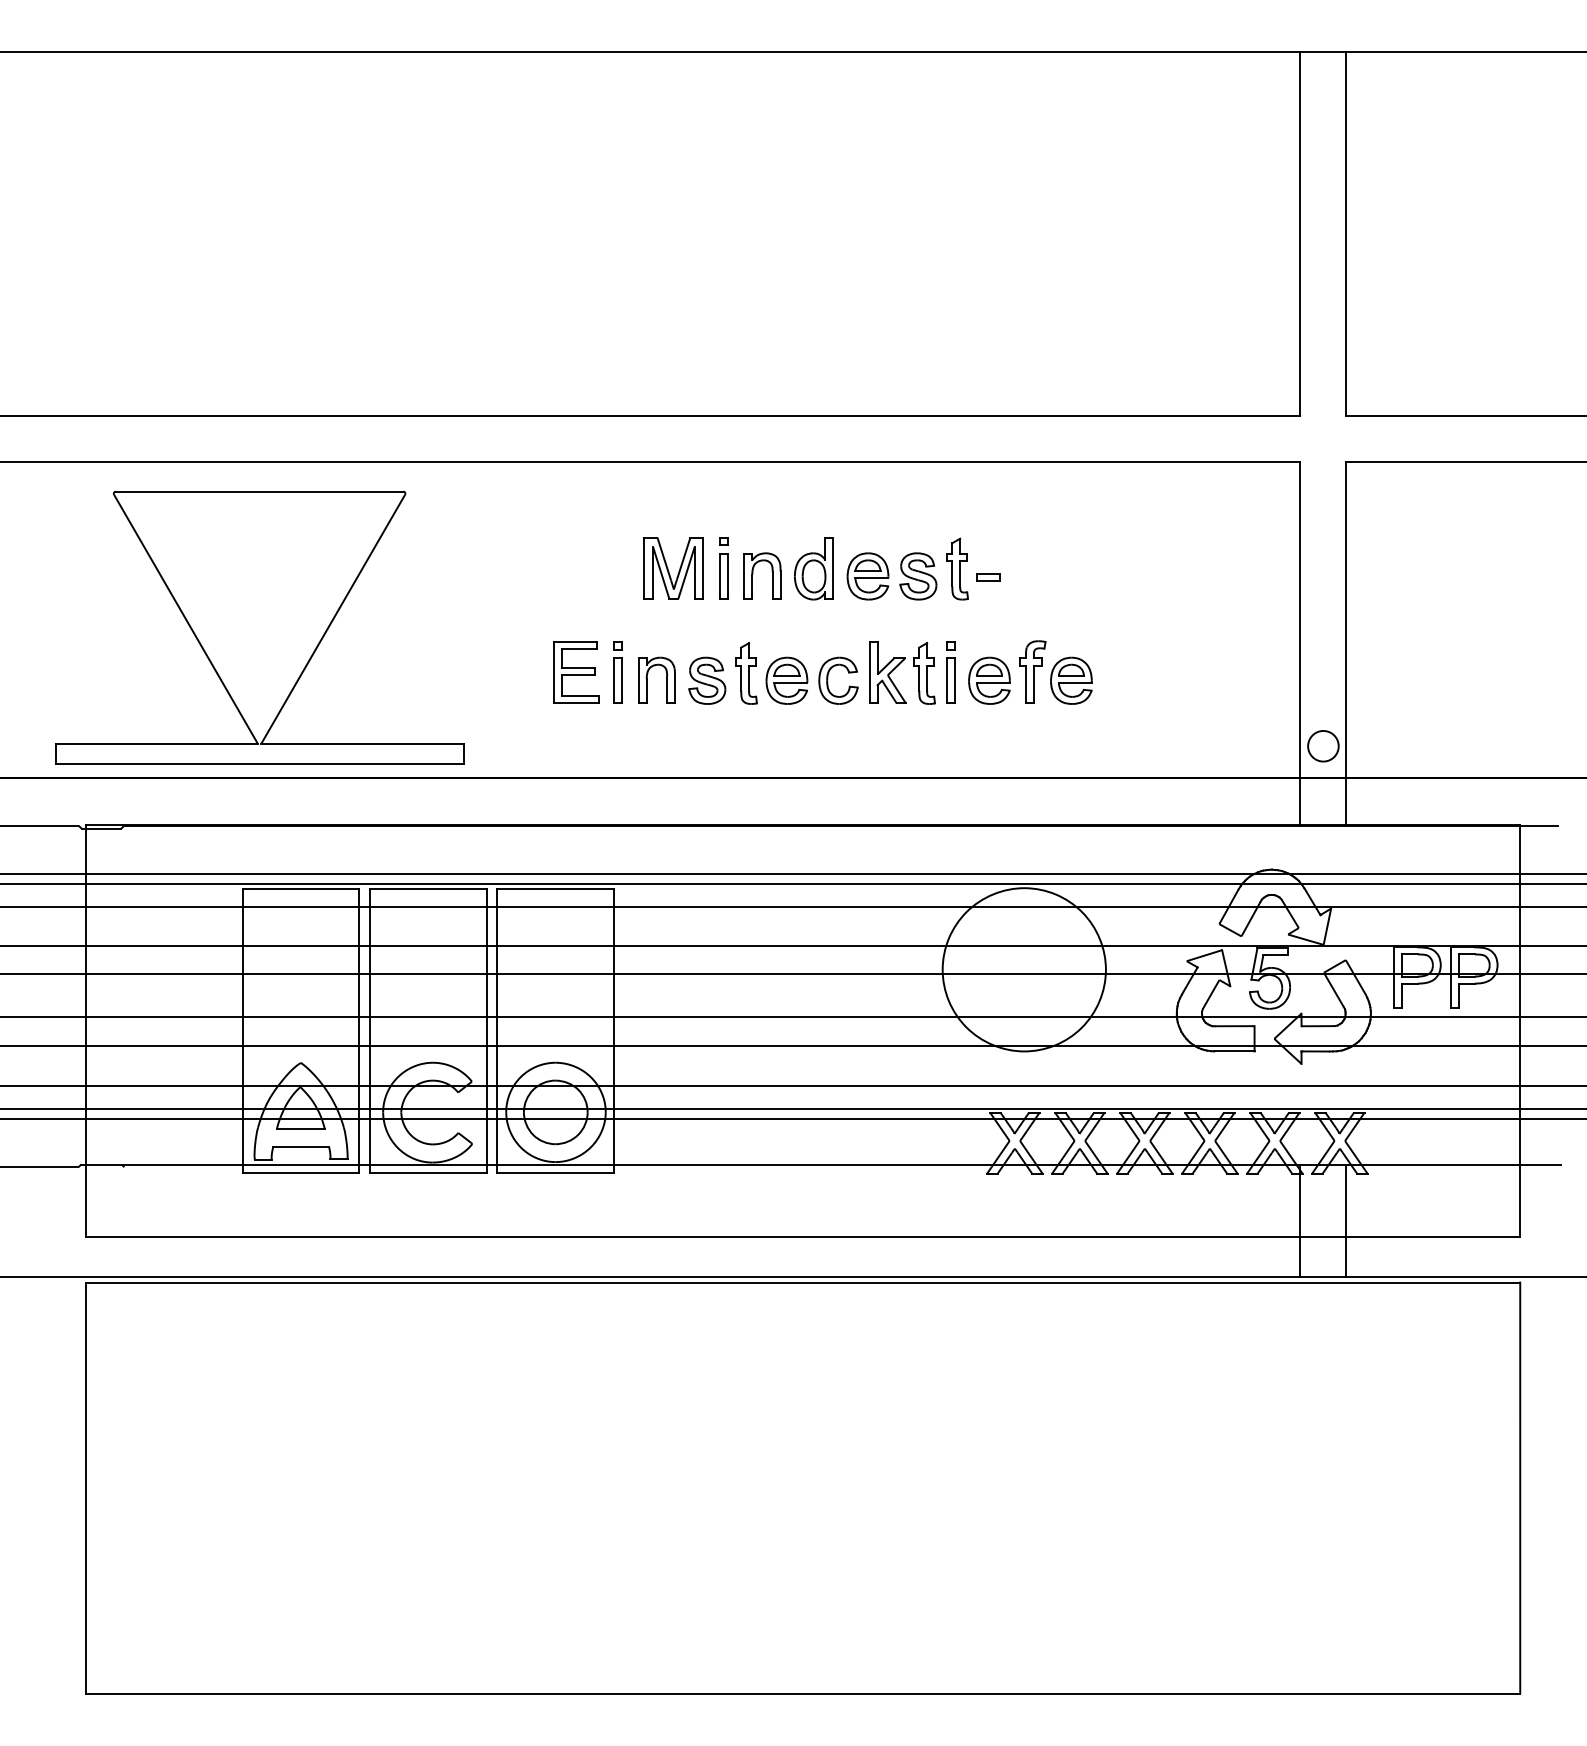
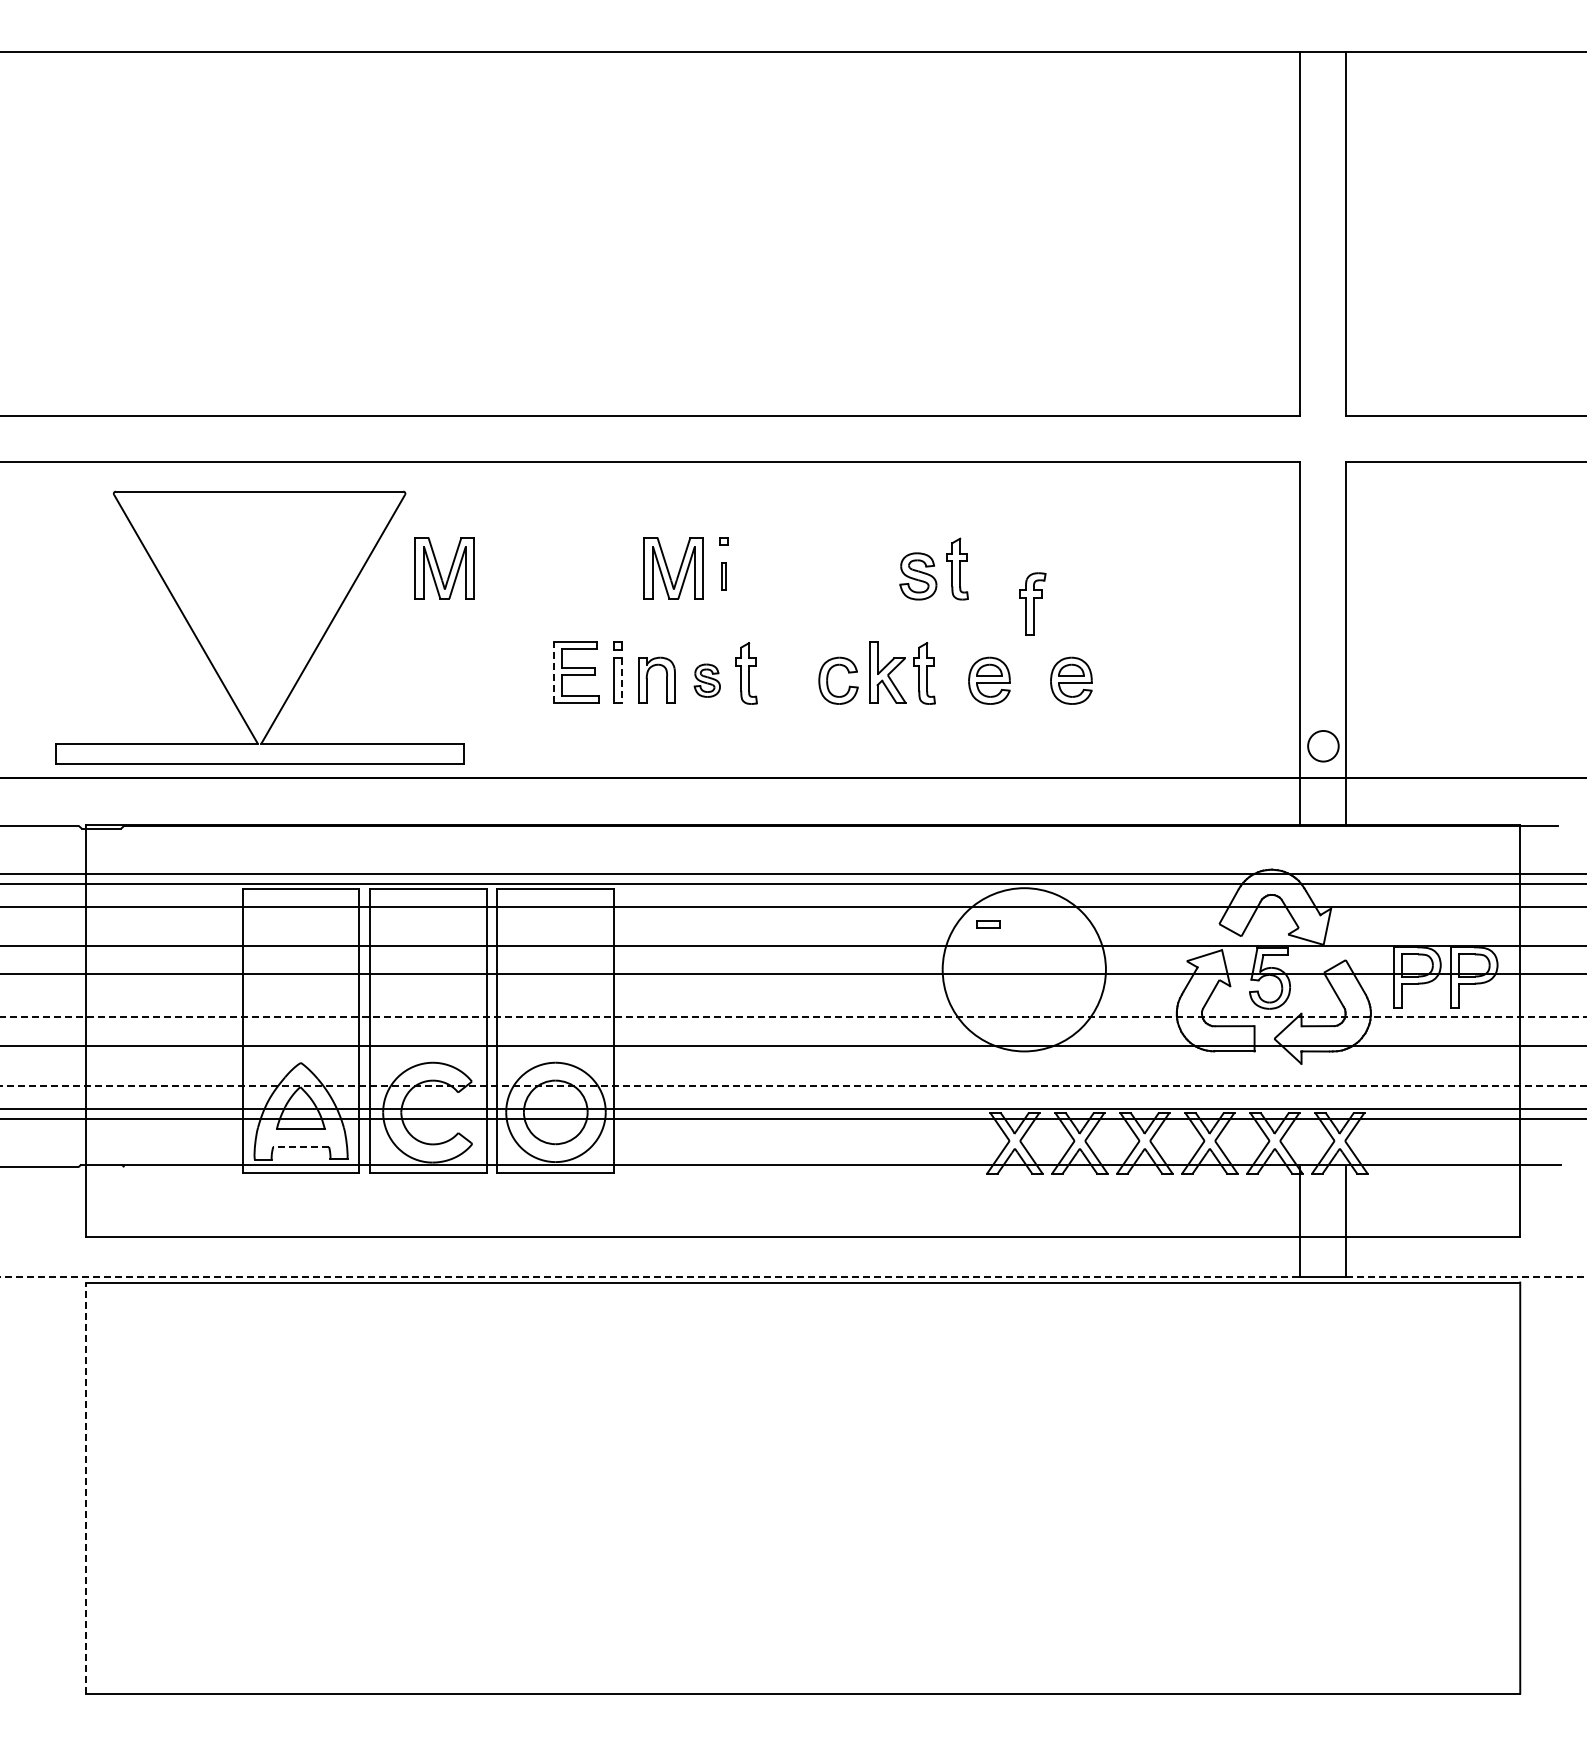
part at (444, 568): none -> present
part at (813, 568): present -> none
part at (753, 574): present -> none
part at (723, 576) size: 10x47 px -> 6x29 px
part at (867, 576): present -> none
part at (988, 577) position: (988, 577) -> (988, 924)
part at (1032, 671) position: (1032, 671) -> (1032, 603)
line at (553, 672): solid -> dashed
part at (950, 672): present -> none
part at (707, 680) size: 39x49 px -> 28x35 px
part at (786, 680): present -> none
line at (622, 681): solid -> dashed
line at (793, 1017): solid -> dashed
line at (793, 1085): solid -> dashed
line at (301, 1146): solid -> dashed
line at (650, 1276): solid -> dashed
line at (1466, 1276): solid -> dashed
line at (85, 1488): solid -> dashed
